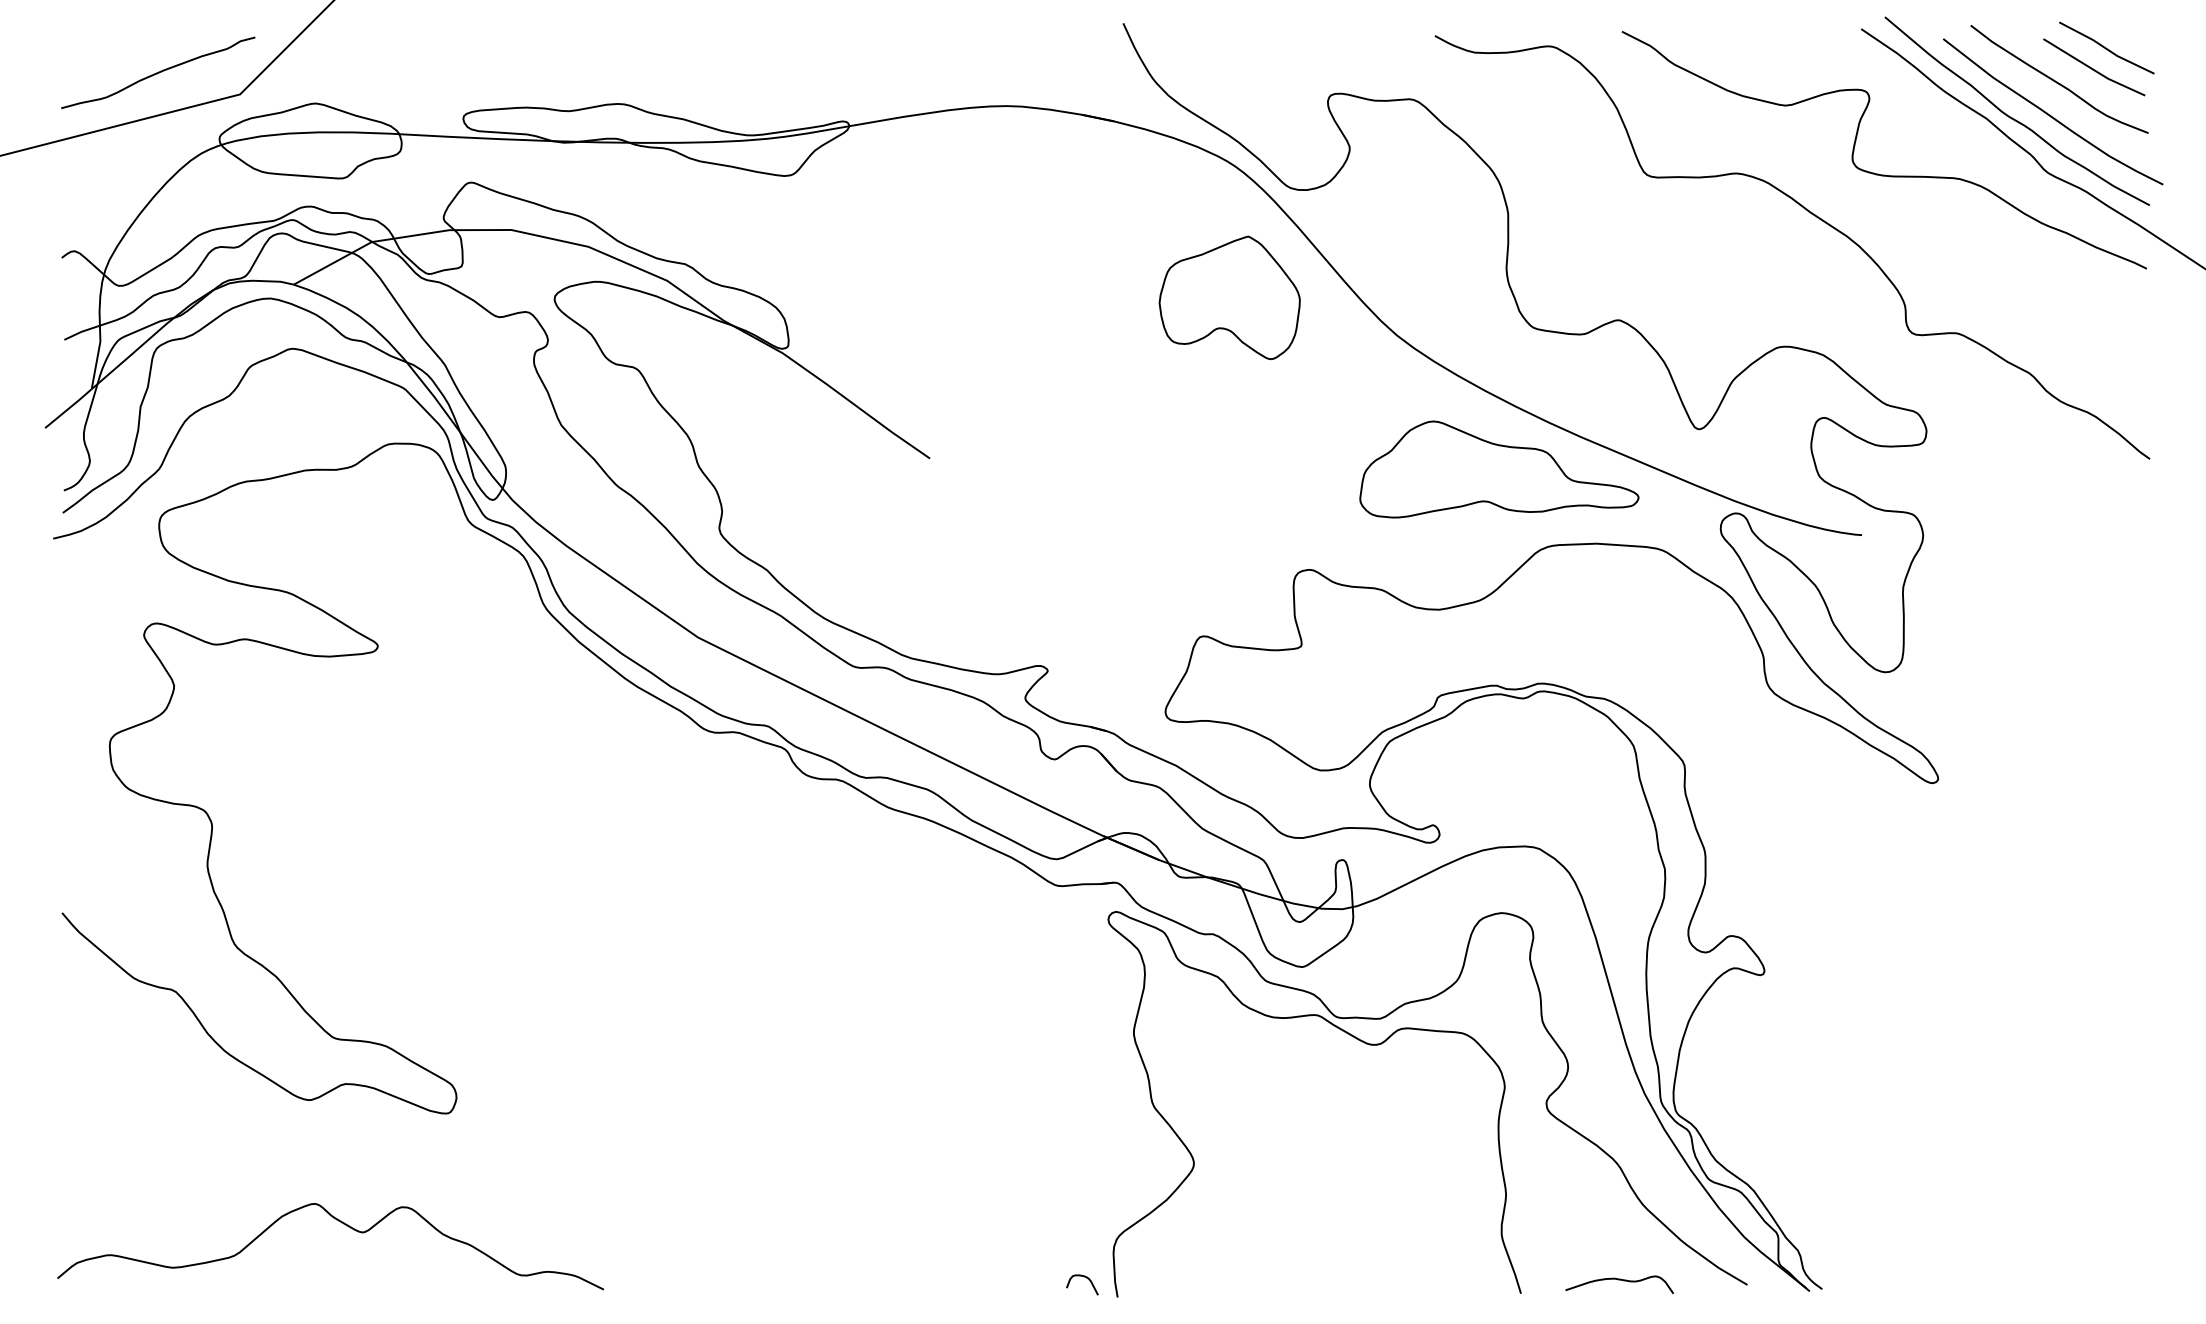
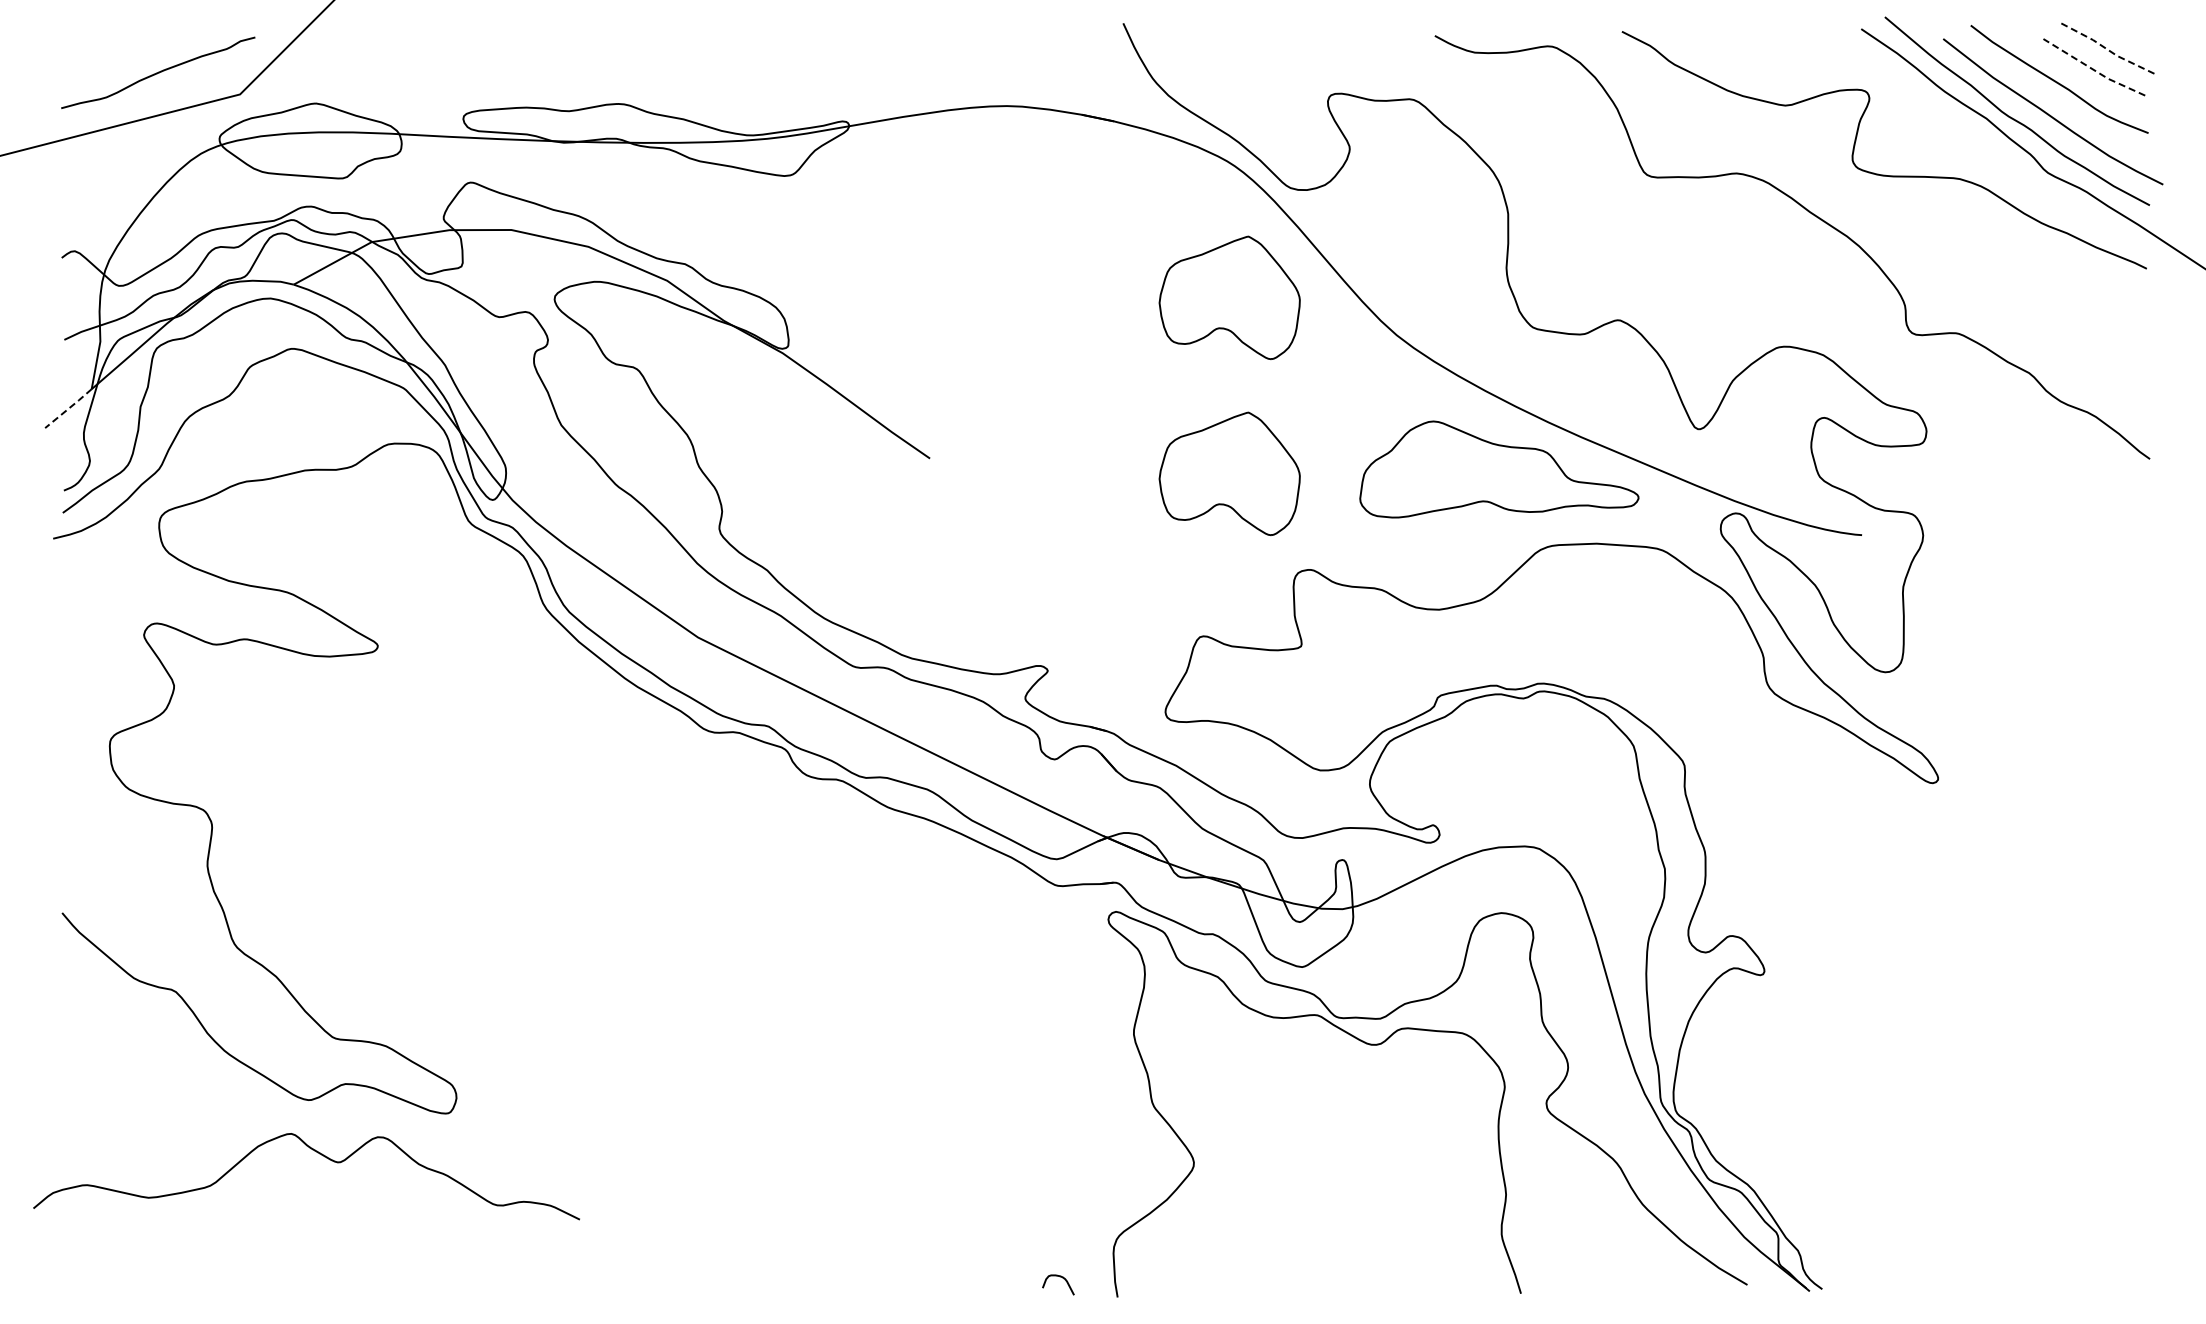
line at (2106, 48): solid -> dashed
line at (2093, 69): solid -> dashed
line at (68, 408): solid -> dashed
part at (1229, 473): none -> present
curve at (341, 1223) position: (341, 1223) -> (317, 1153)
curve at (1087, 1279) position: (1087, 1279) -> (1063, 1279)
curve at (1619, 1280): present -> none
